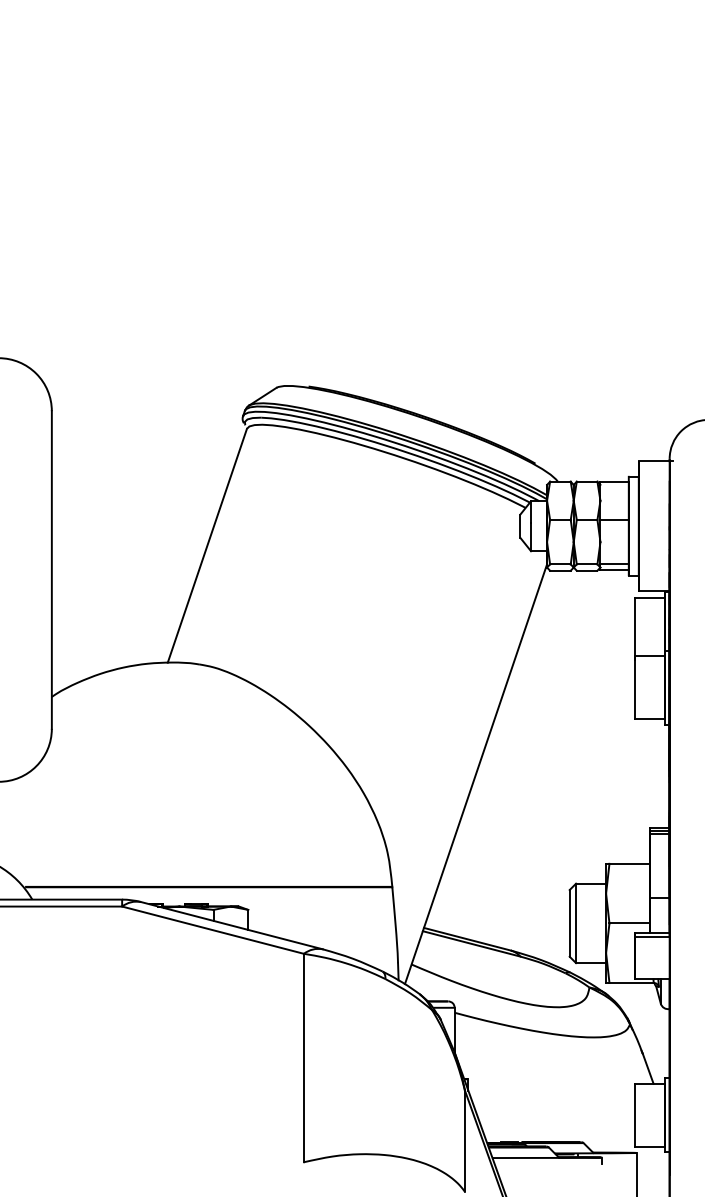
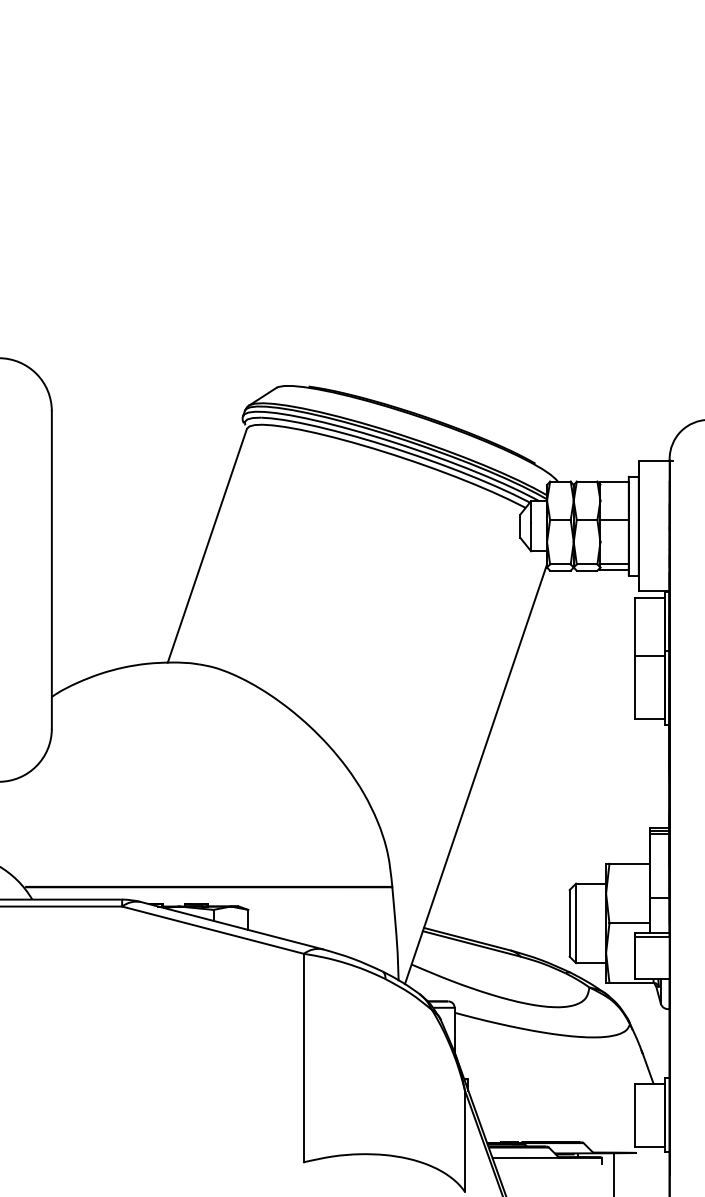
line at (636, 1172) position: (636, 1172) -> (613, 1172)
